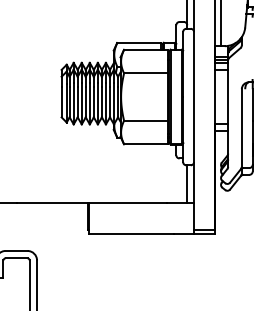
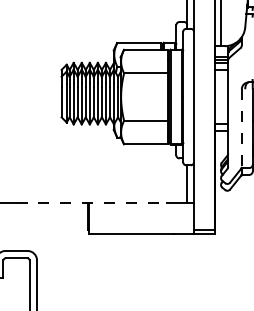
line at (241, 128): solid -> dashed
line at (92, 203): solid -> dashed
